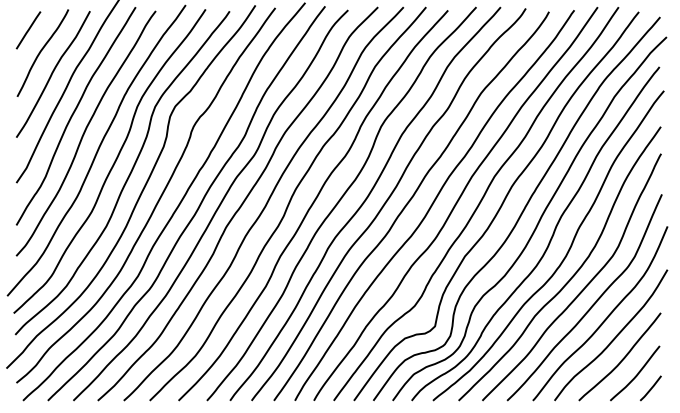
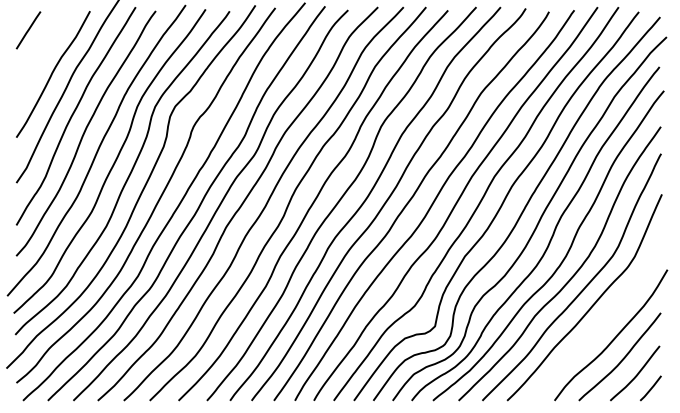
curve at (41, 52): present -> none
curve at (605, 318): present -> none
